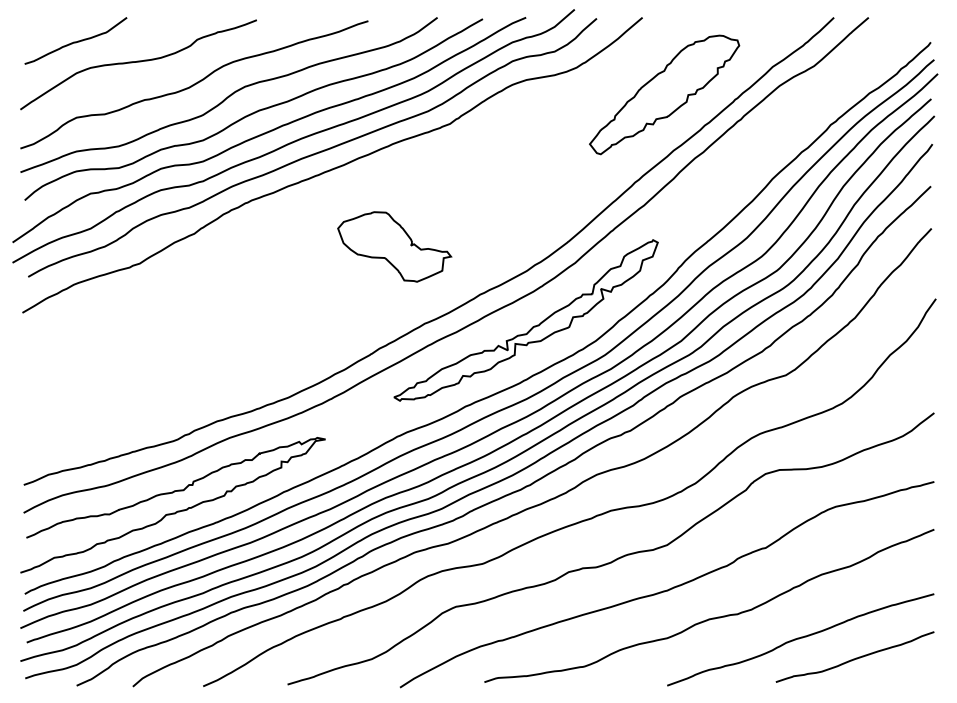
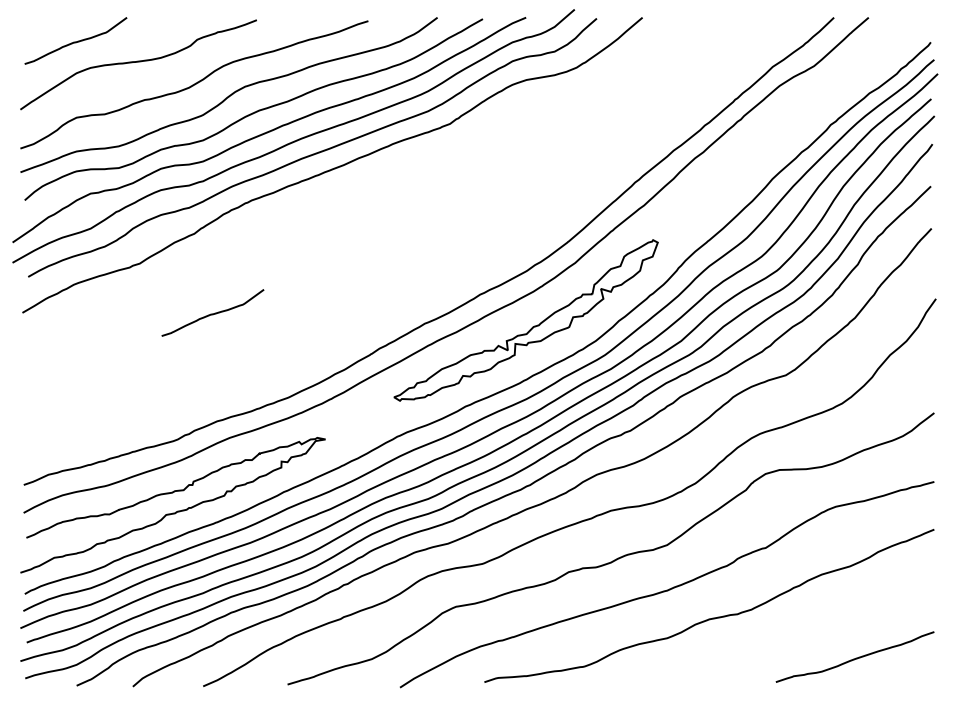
part at (664, 94): present -> none
part at (394, 246): present -> none
curve at (212, 313): none -> present
curve at (800, 638): present -> none
